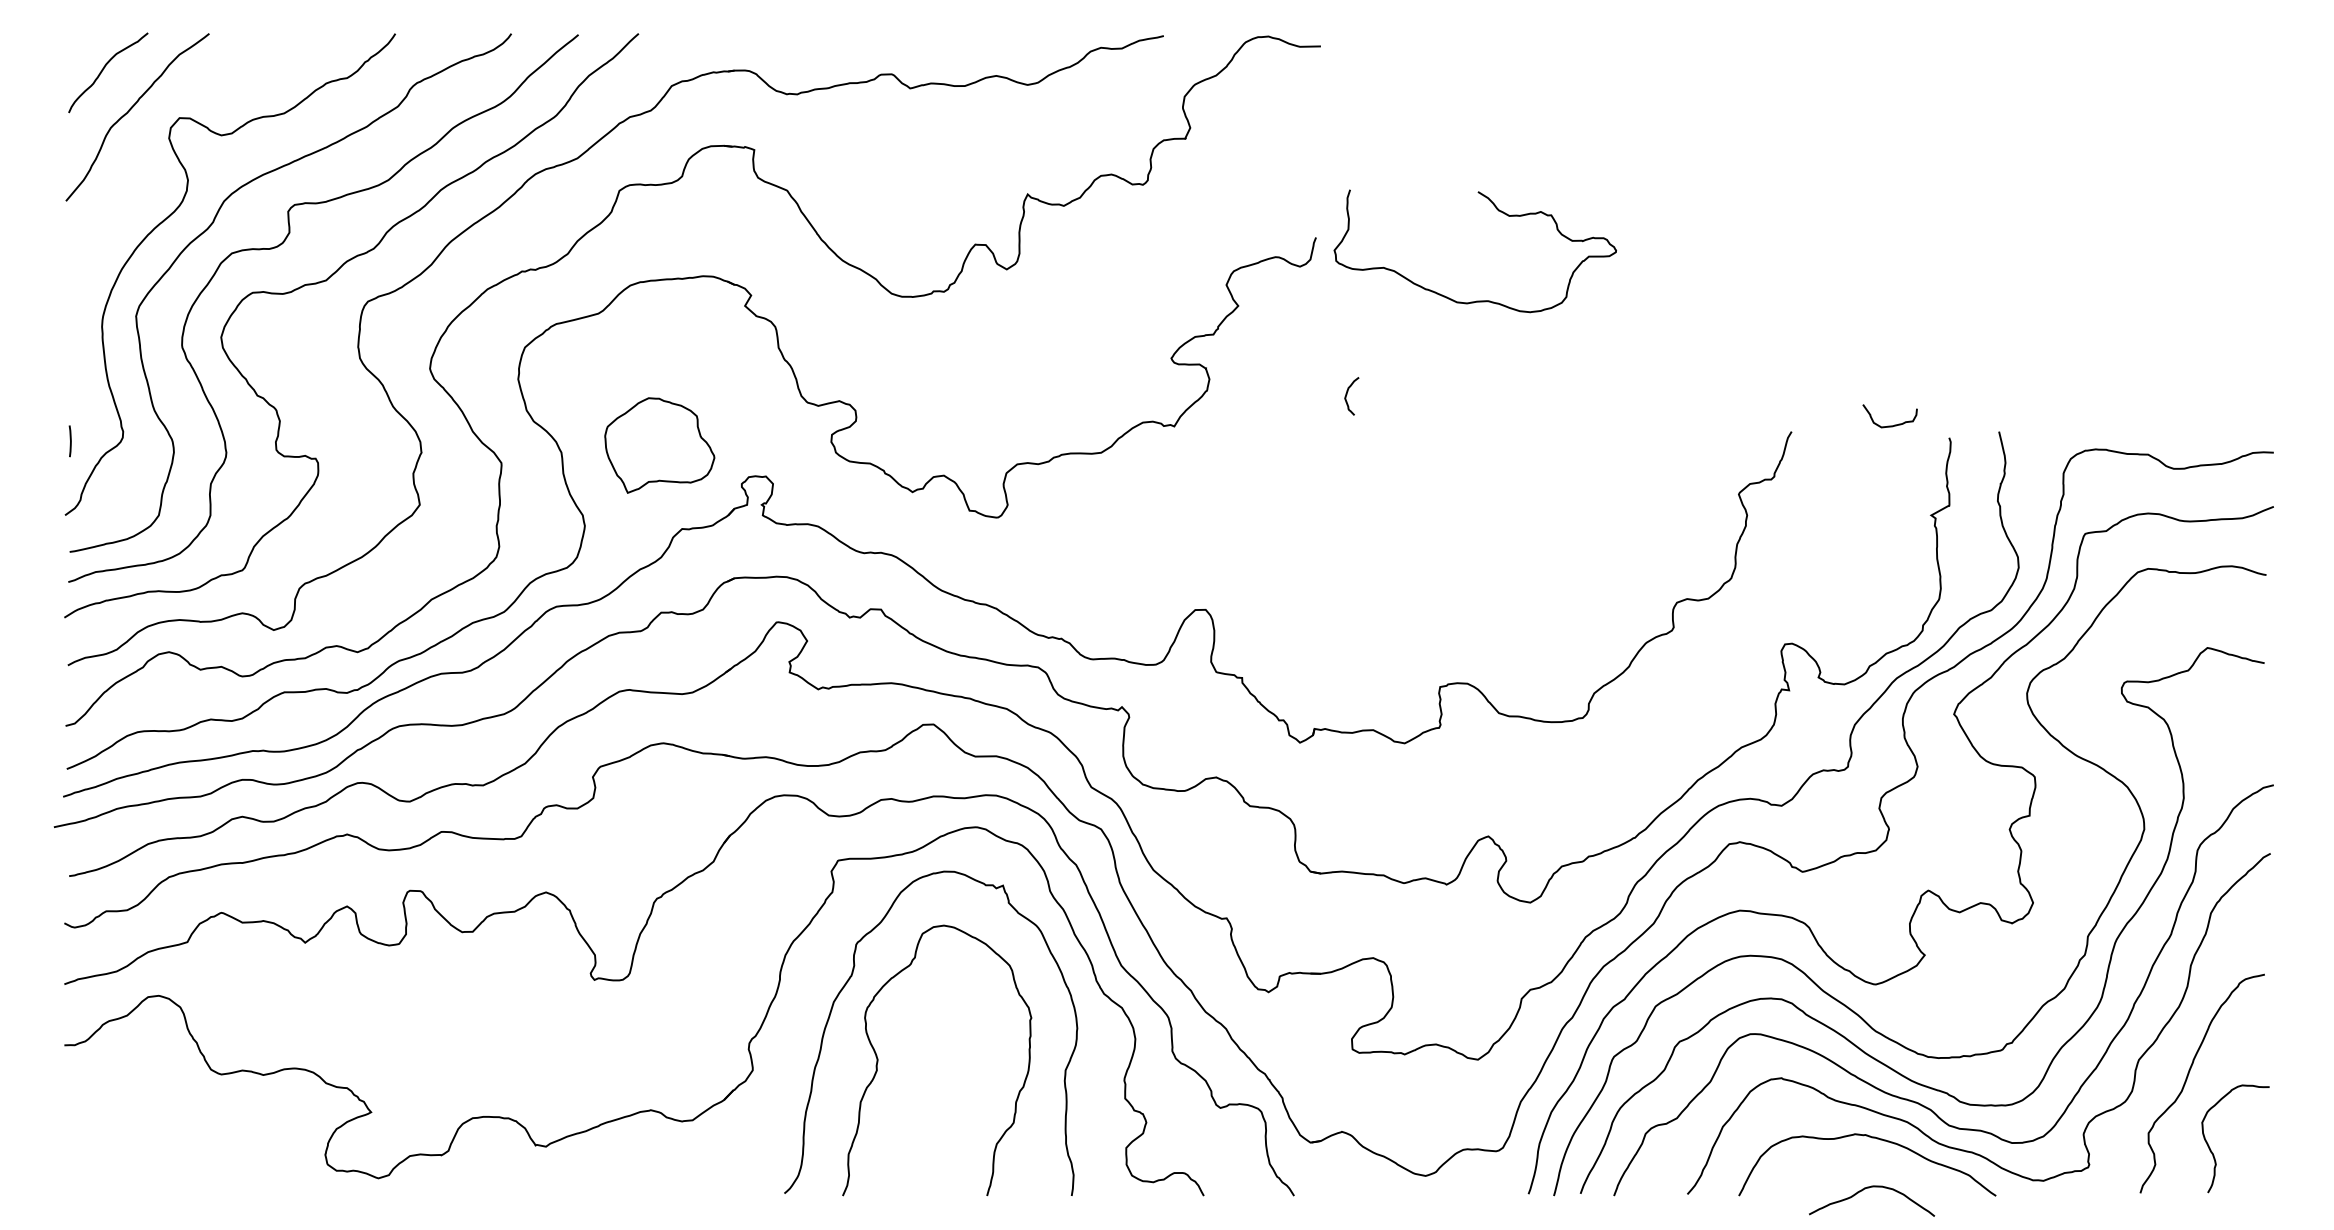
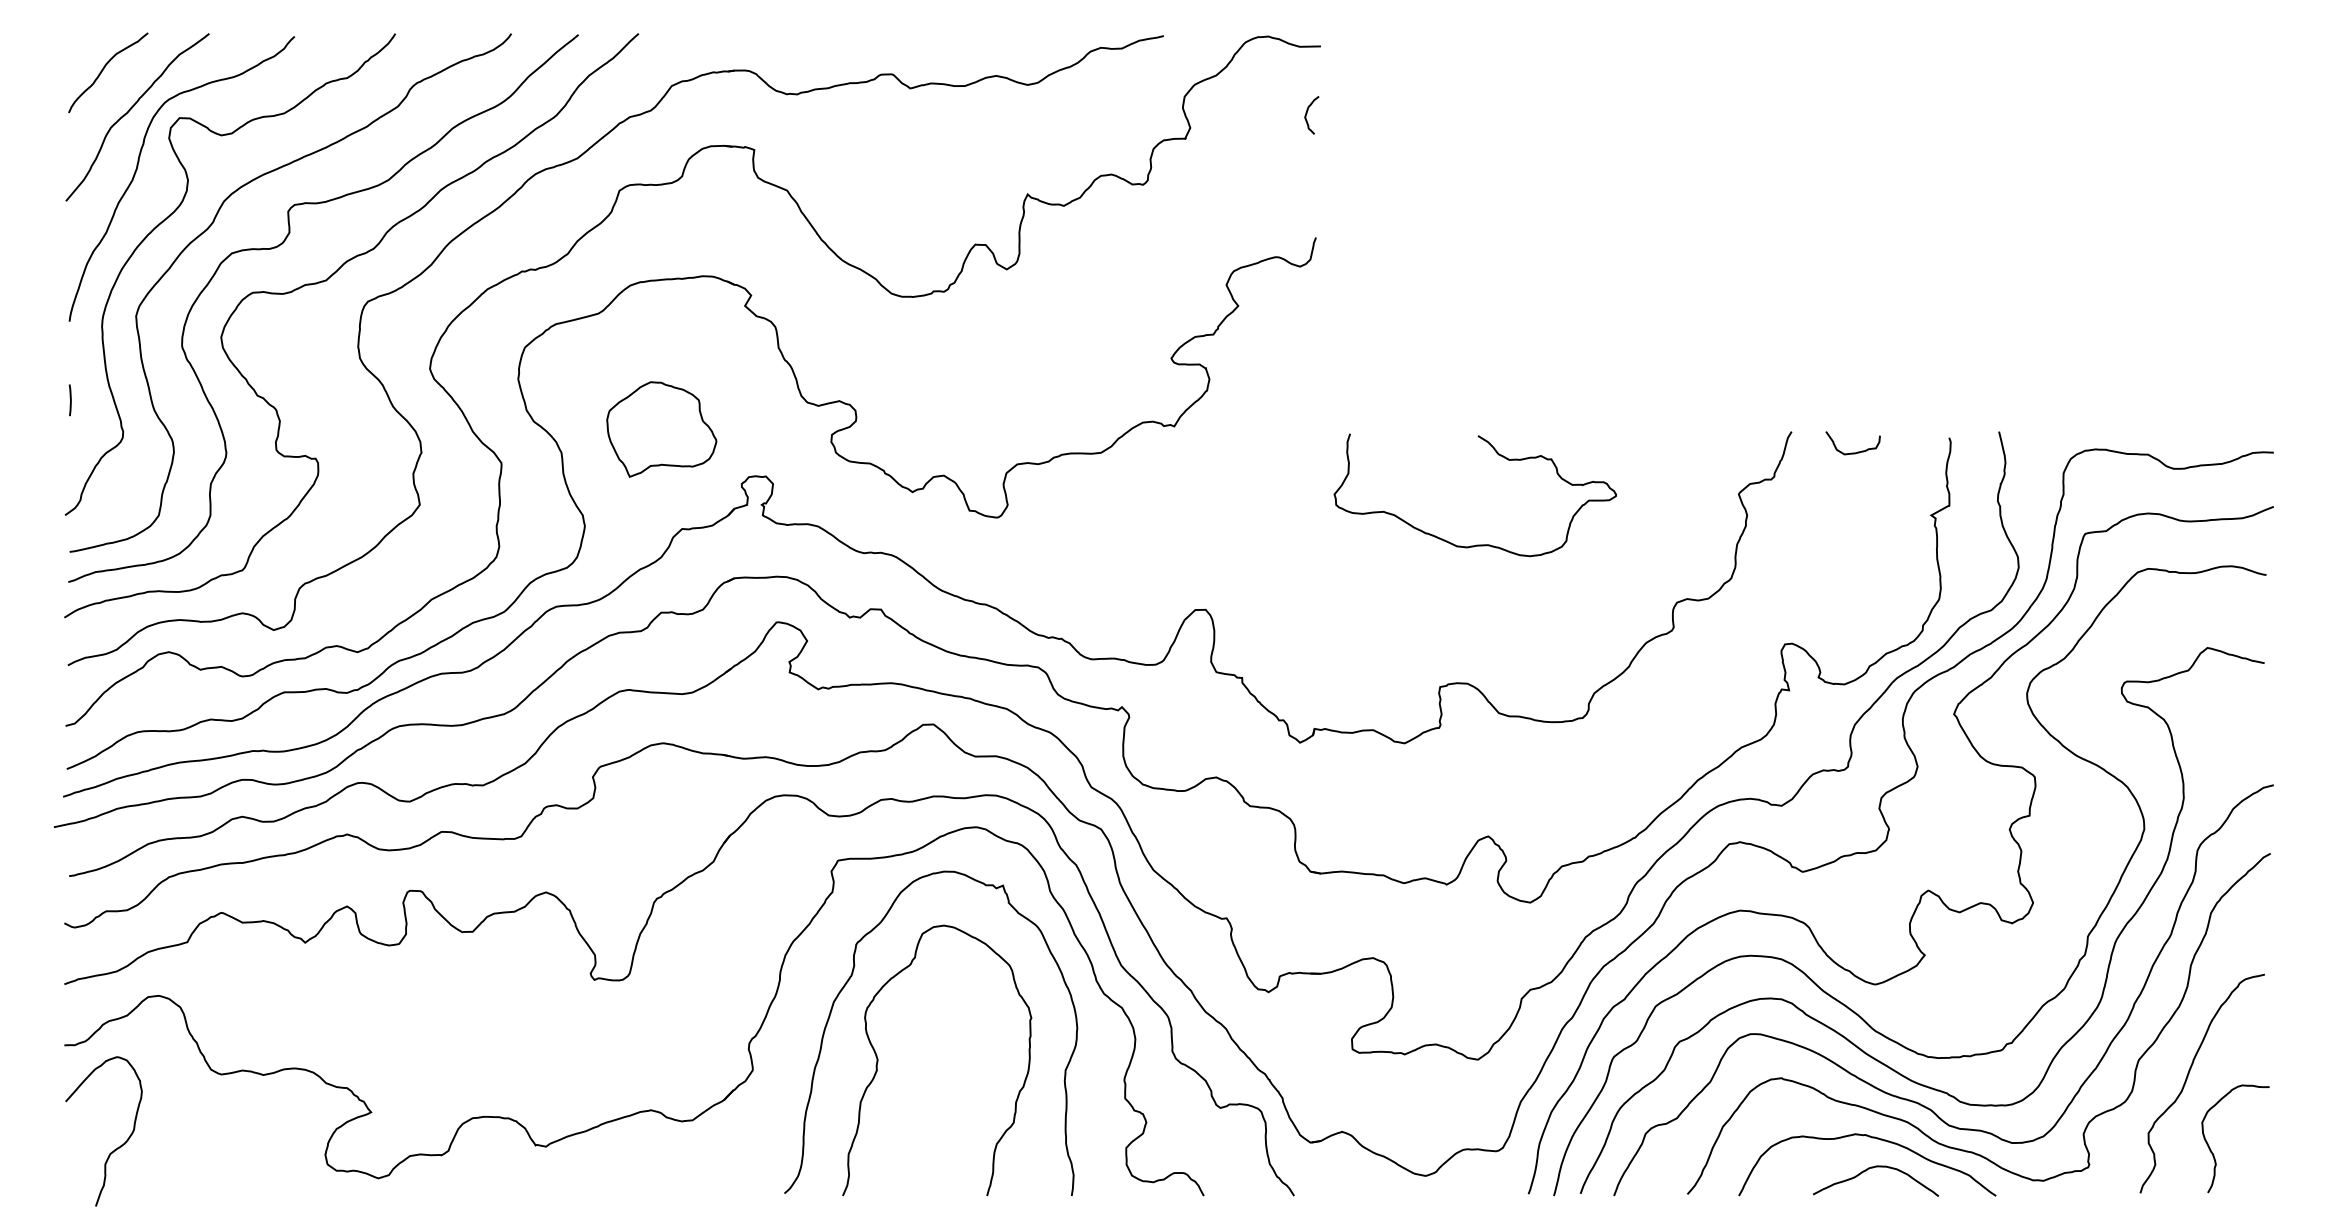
curve at (138, 166): none -> present
curve at (1498, 211) position: (1498, 211) -> (1498, 455)
curve at (1347, 394) position: (1347, 394) -> (1307, 113)
curve at (1889, 425) position: (1889, 425) -> (1852, 452)
line at (70, 441) position: (70, 441) -> (70, 400)
part at (659, 445) position: (659, 445) -> (661, 429)
curve at (115, 1148): none -> present
curve at (1869, 1188) position: (1869, 1188) -> (1873, 1168)
